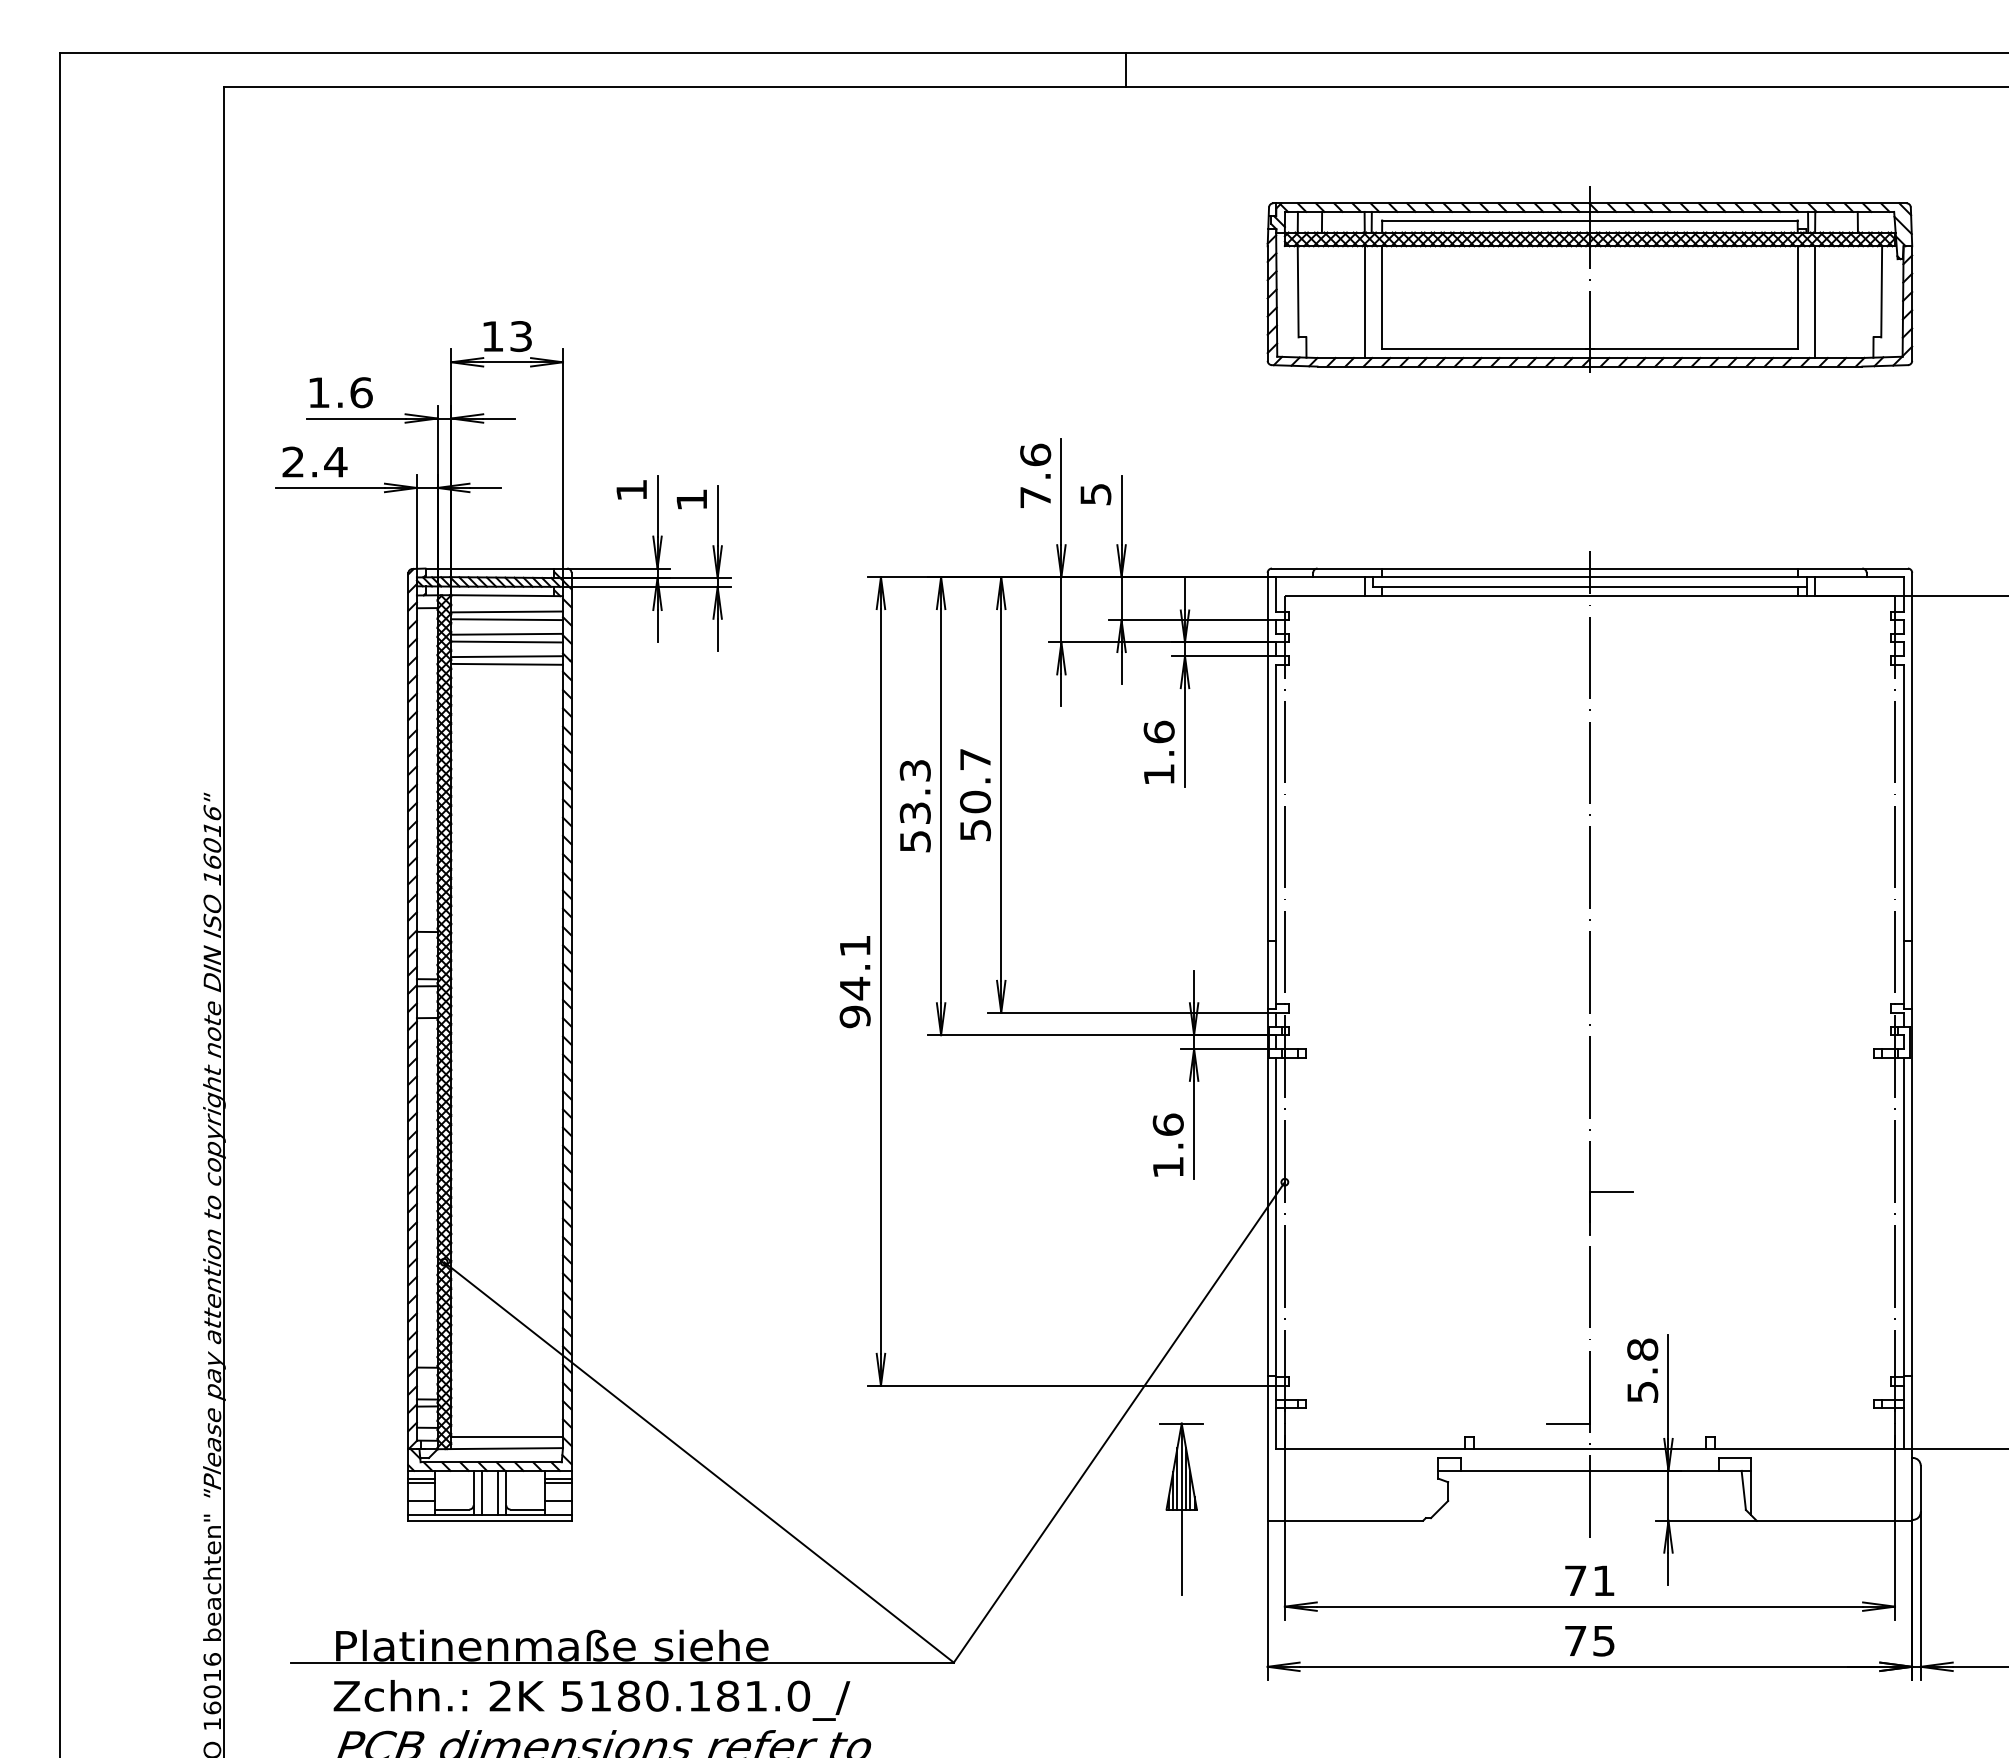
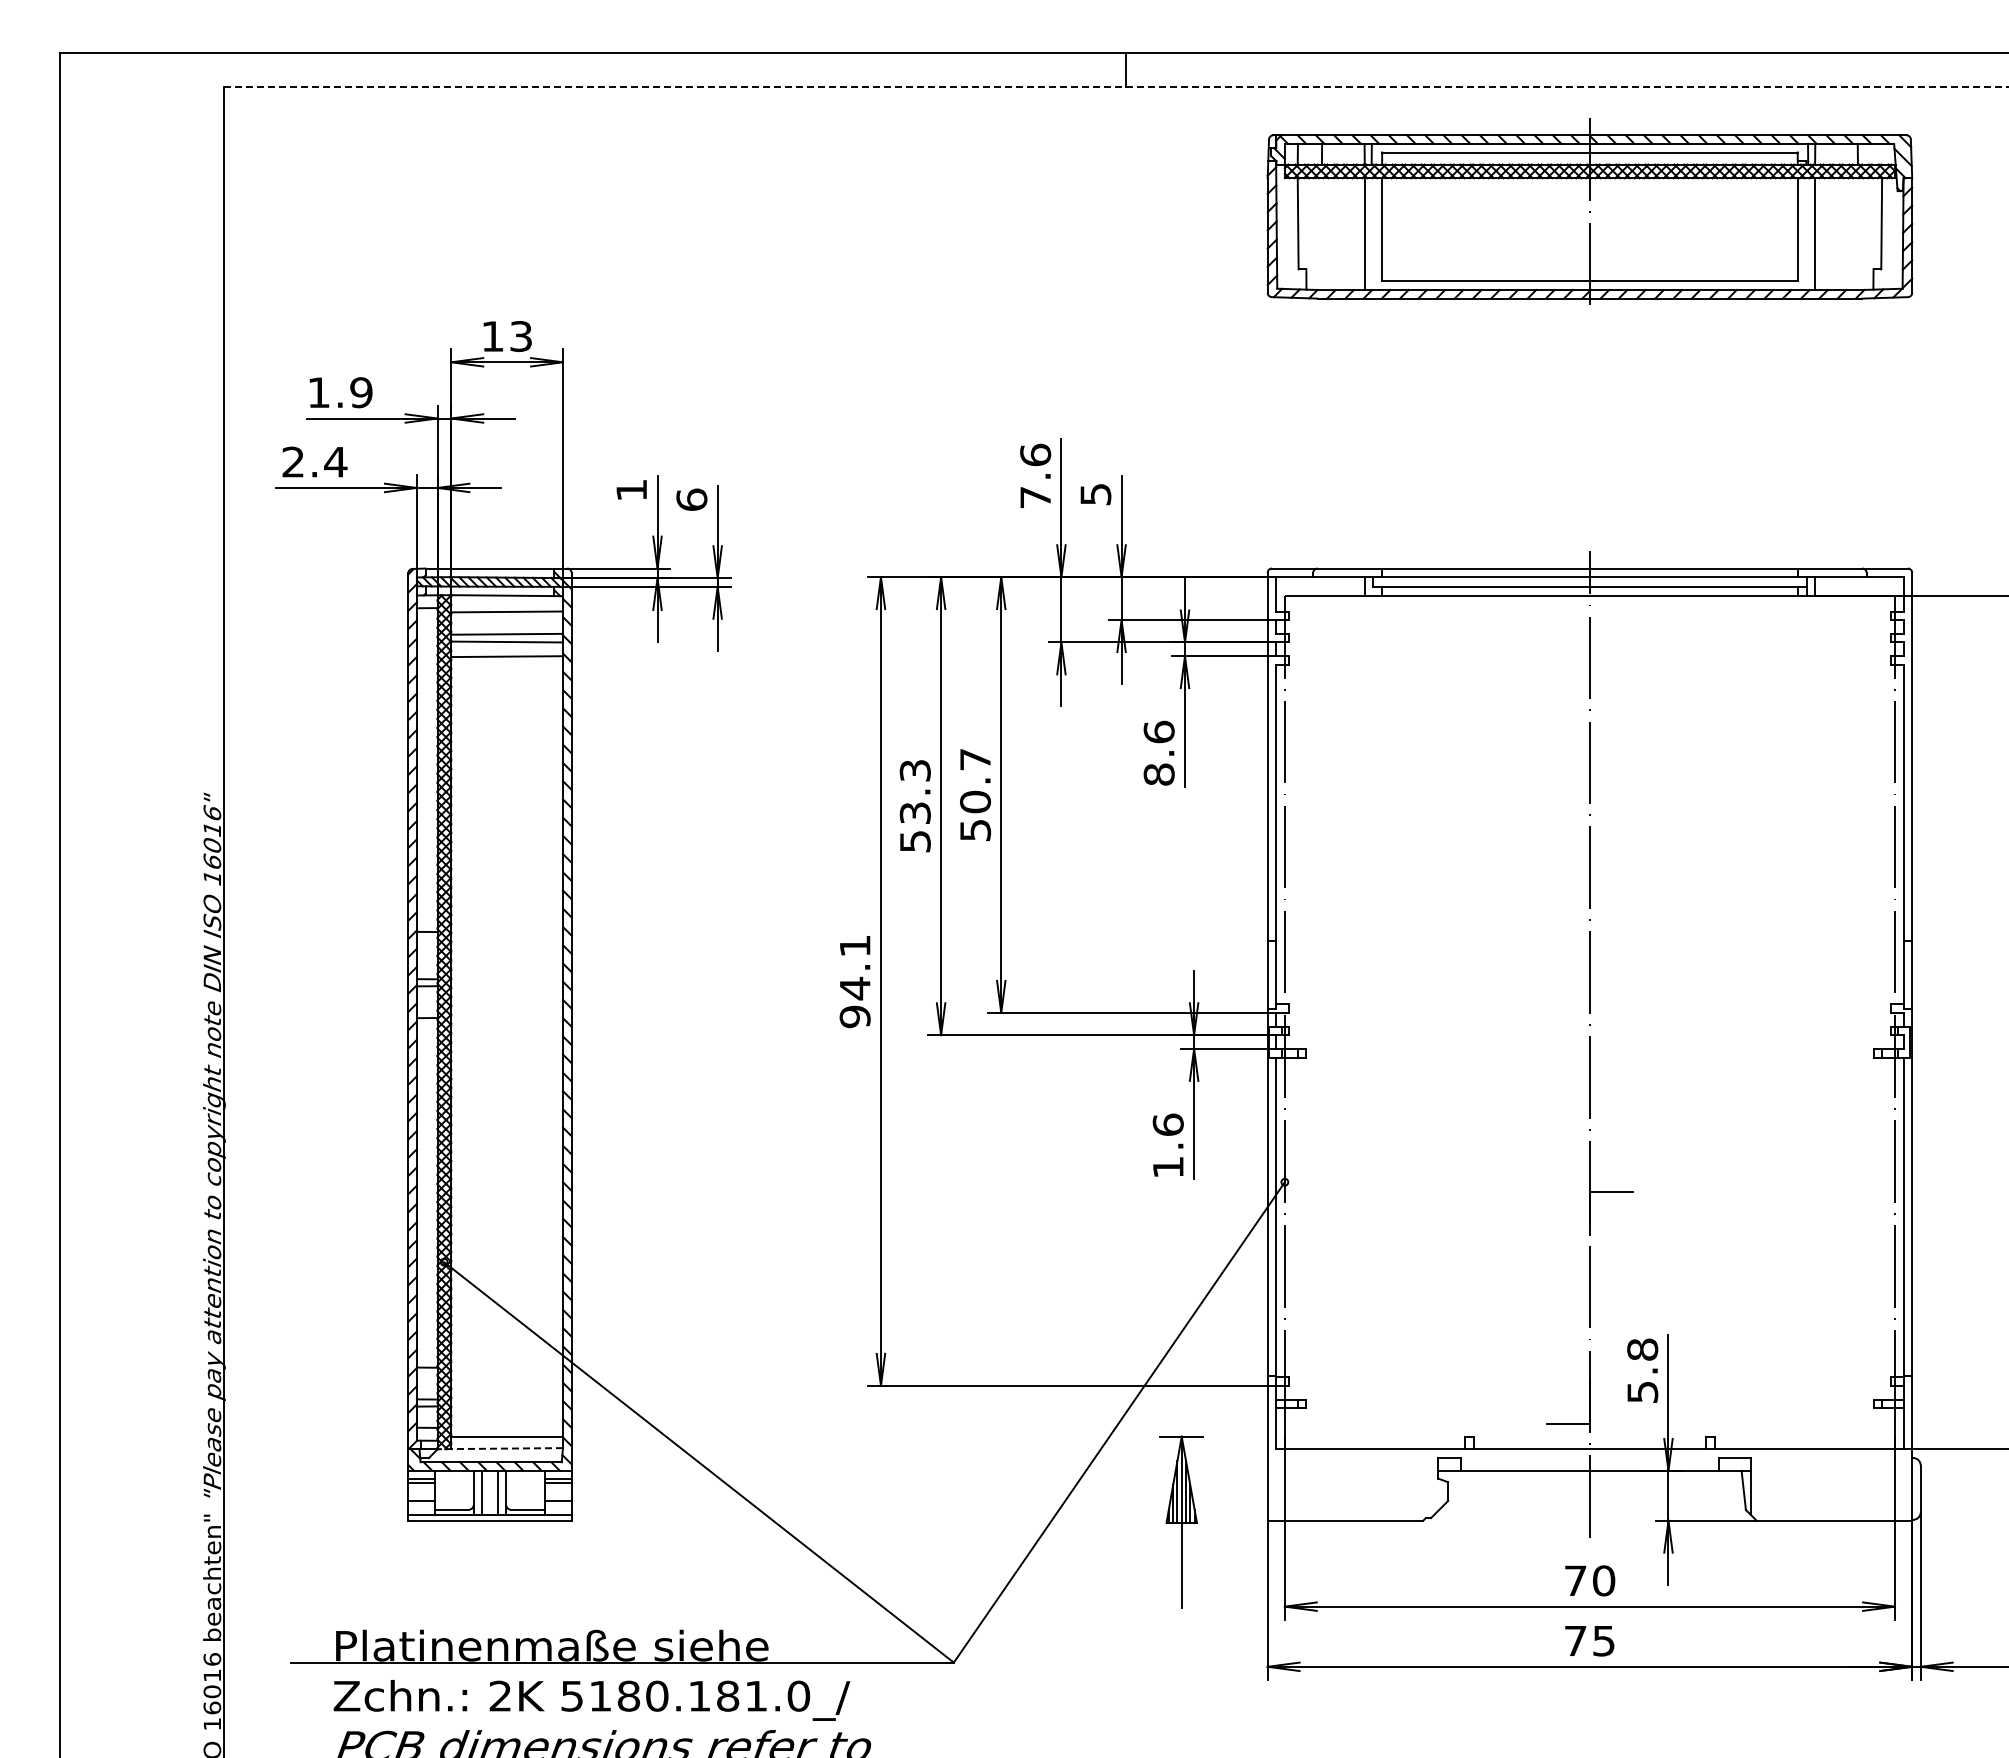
line at (1116, 87): solid -> dashed
part at (1589, 279) position: (1589, 279) -> (1589, 211)
text at (361, 392): 1.6 -> 1.9
text at (691, 499): 1 -> 6
line at (506, 619): present -> none
line at (506, 663): present -> none
text at (1158, 774): 1.6 -> 8.6
line at (500, 1448): solid -> dashed
part at (1181, 1508) position: (1181, 1508) -> (1181, 1521)
text at (1604, 1580): 71 -> 70
